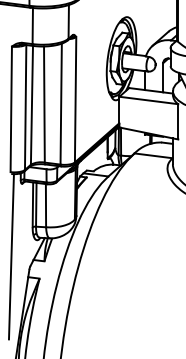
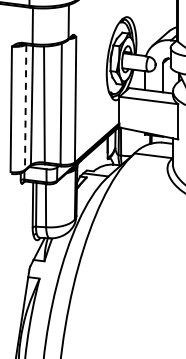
line at (25, 108): solid -> dashed
line at (10, 256): present -> none
